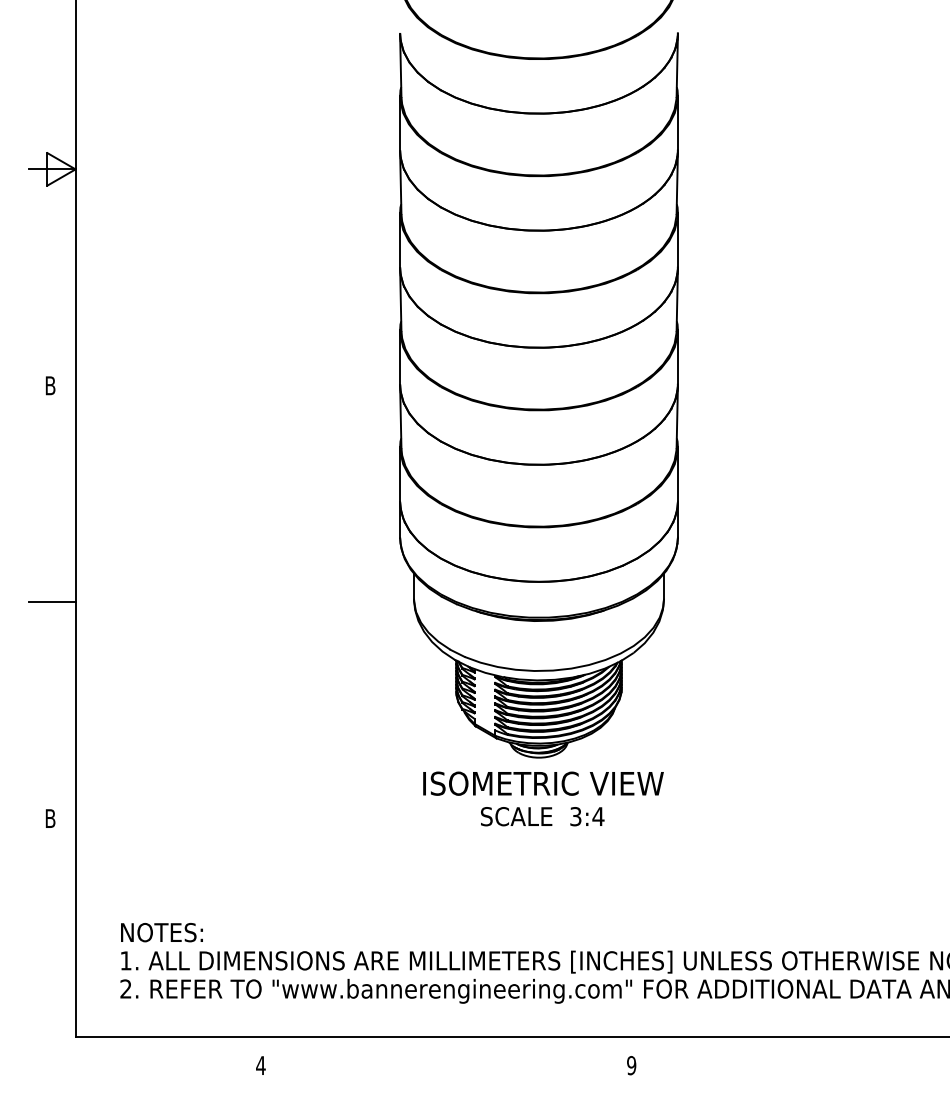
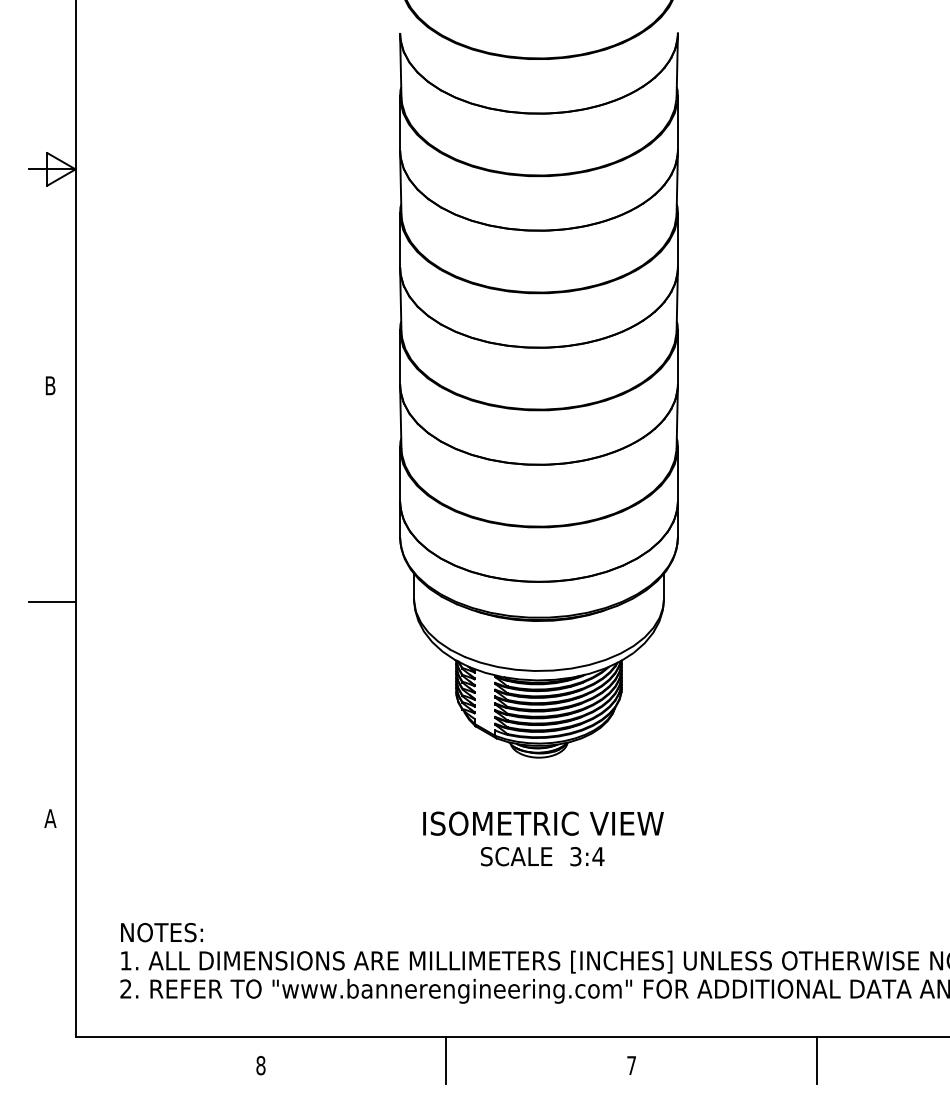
text at (543, 798) position: (543, 798) -> (543, 838)
text at (50, 818): B -> A
line at (446, 1060): none -> present
line at (817, 1060): none -> present
text at (260, 1065): 4 -> 8
text at (631, 1065): 9 -> 7
